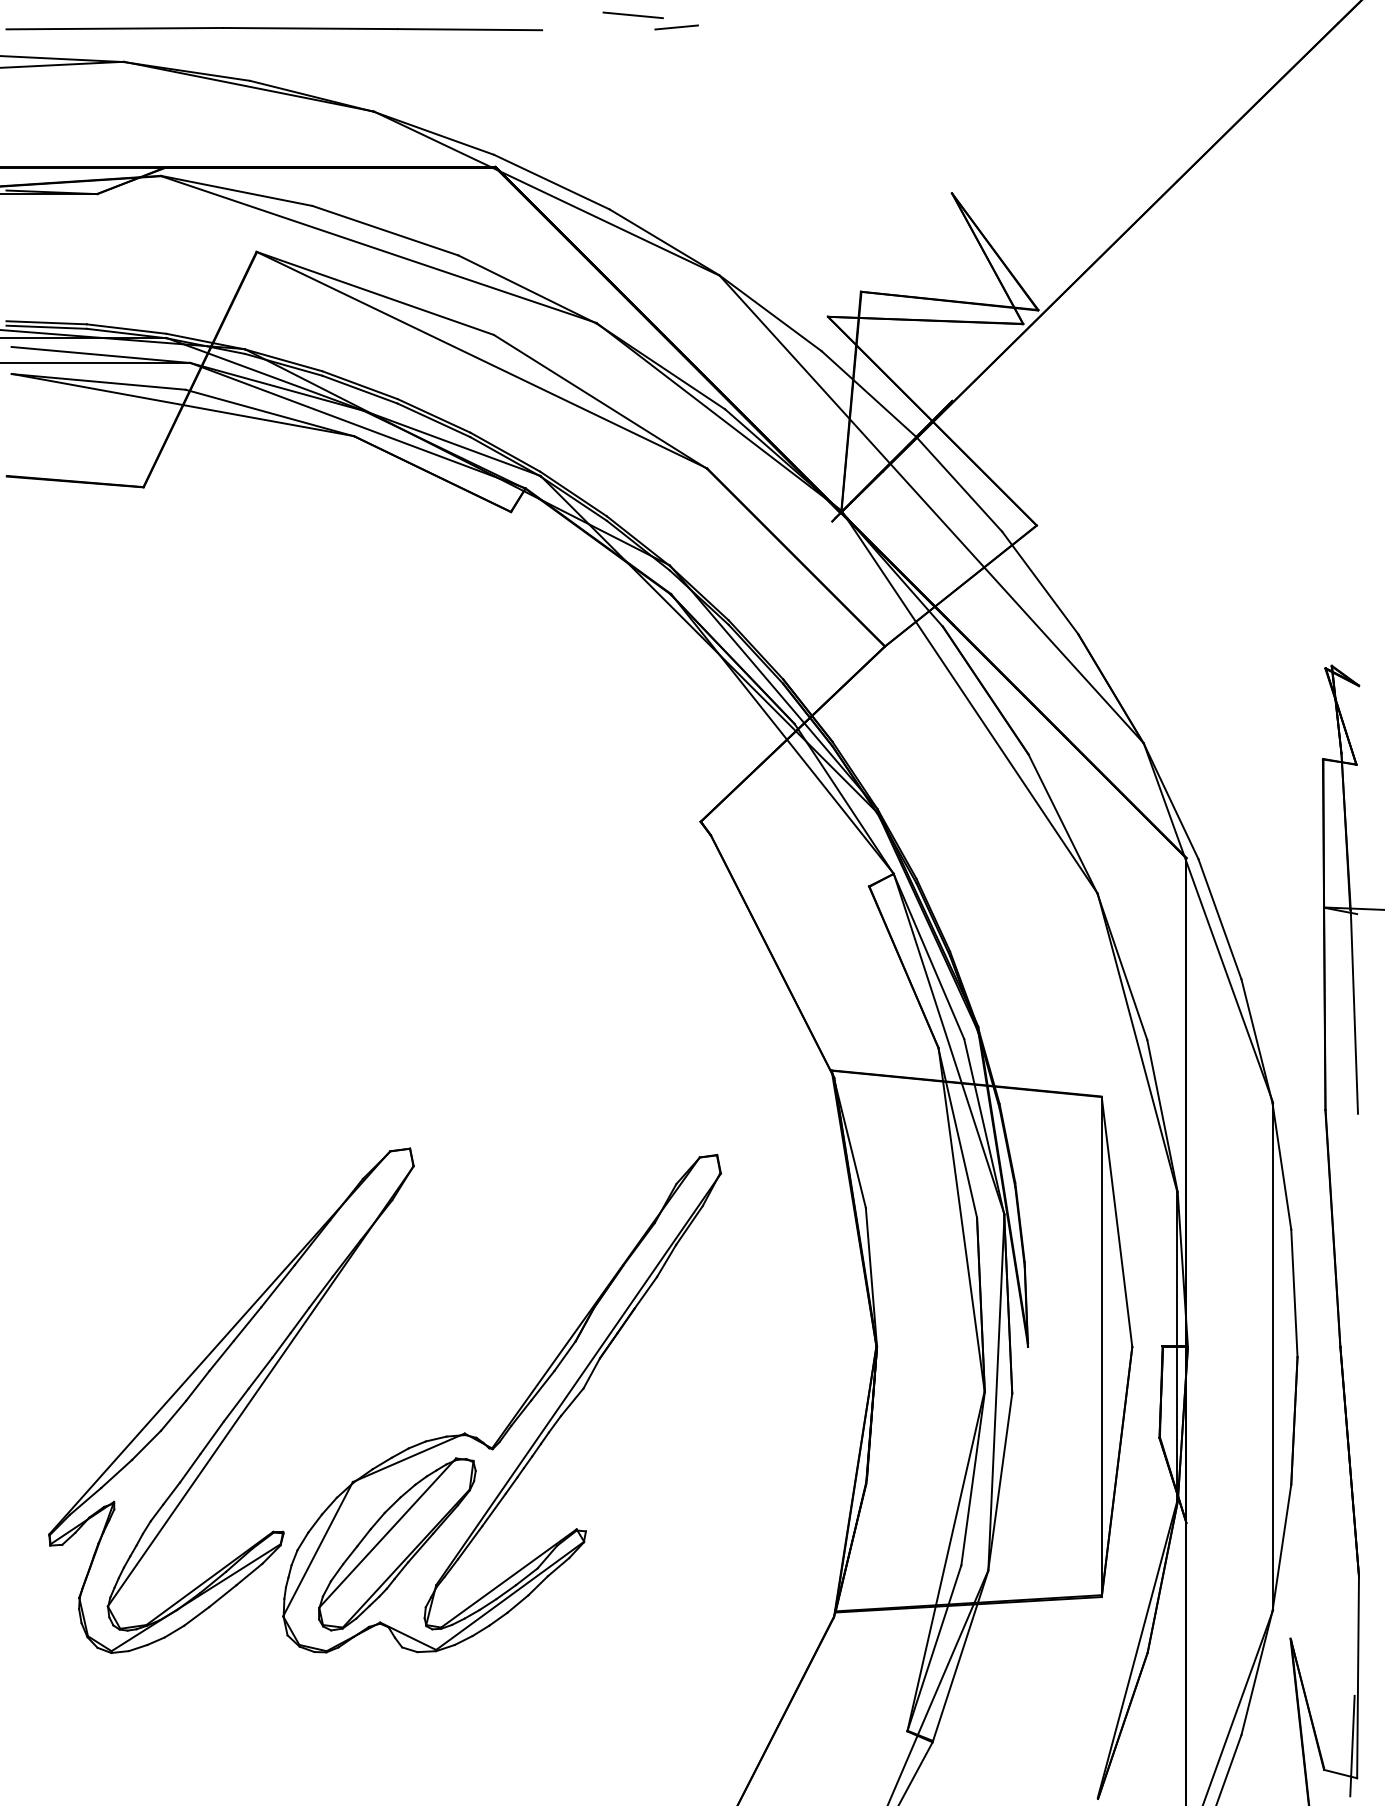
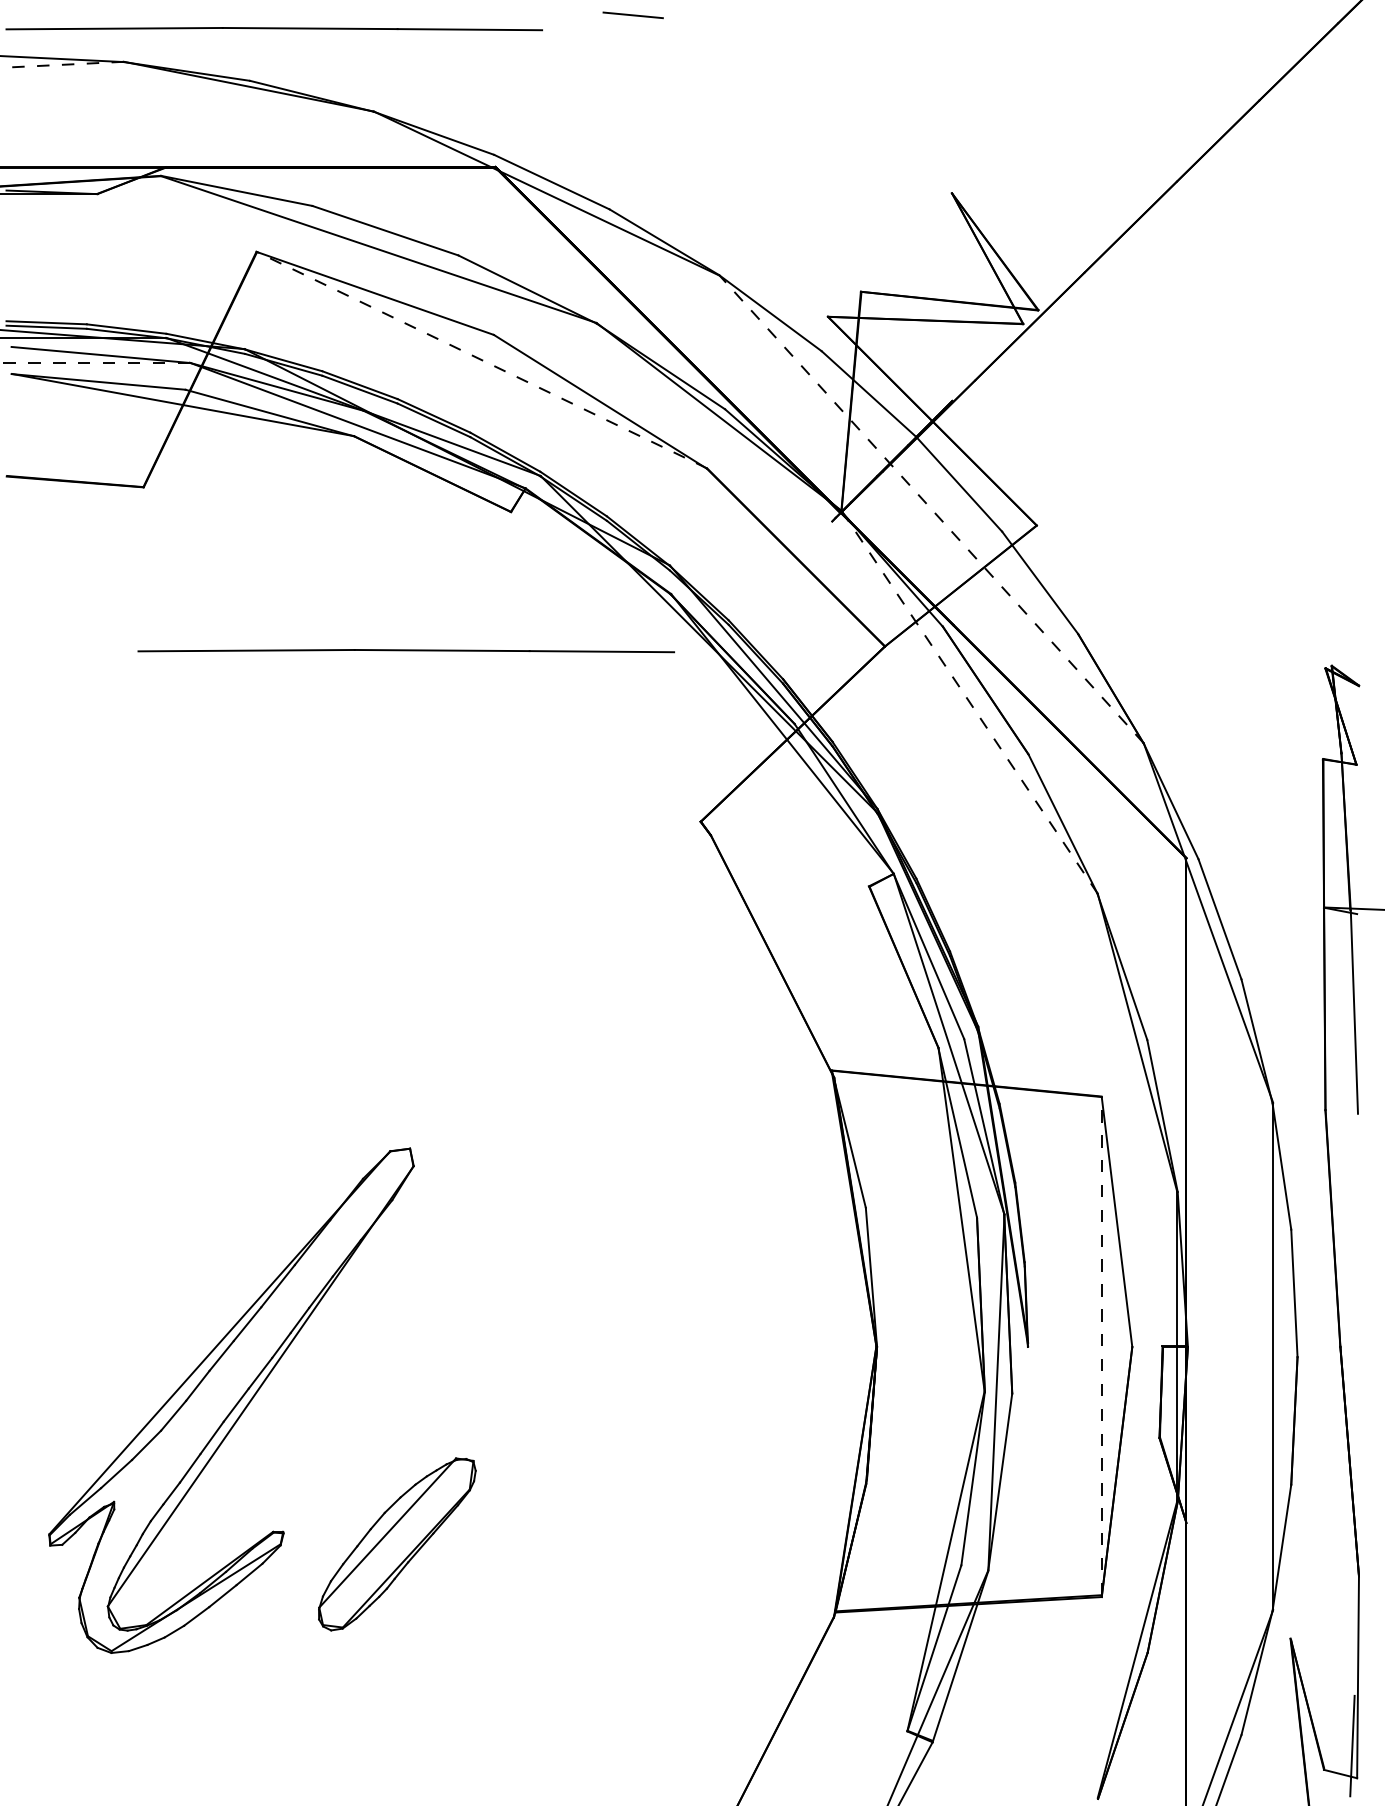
line at (676, 27): present -> none
line at (62, 64): solid -> dashed
line at (482, 360): solid -> dashed
line at (94, 362): solid -> dashed
line at (931, 509): solid -> dashed
part at (405, 651): none -> present
line at (969, 701): solid -> dashed
line at (1101, 1345): solid -> dashed
part at (515, 1413): present -> none
